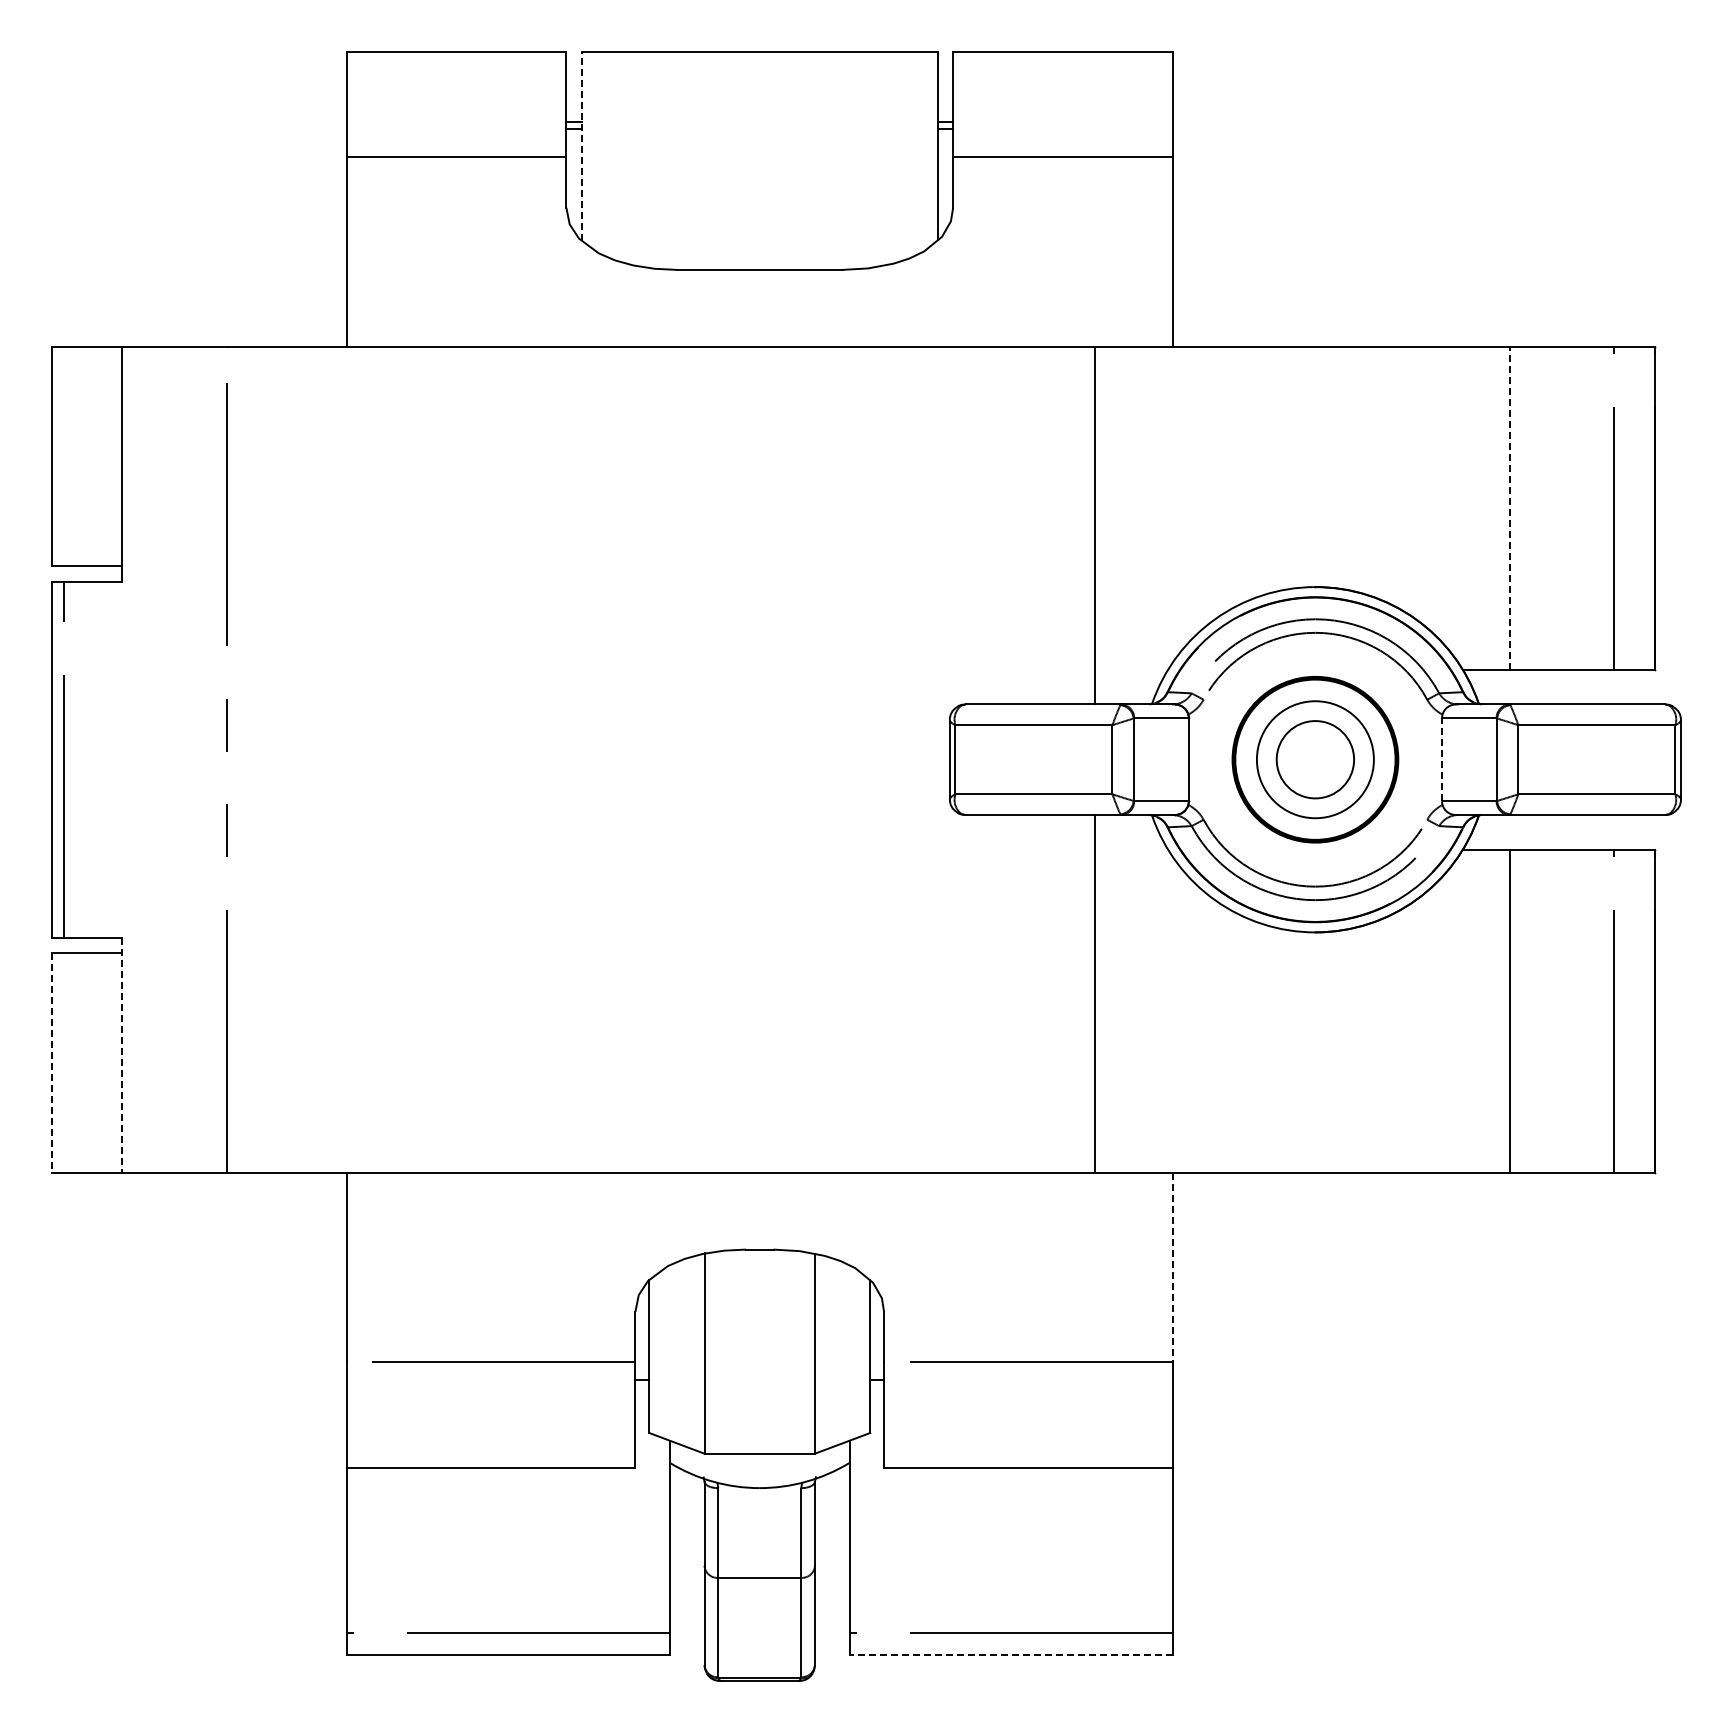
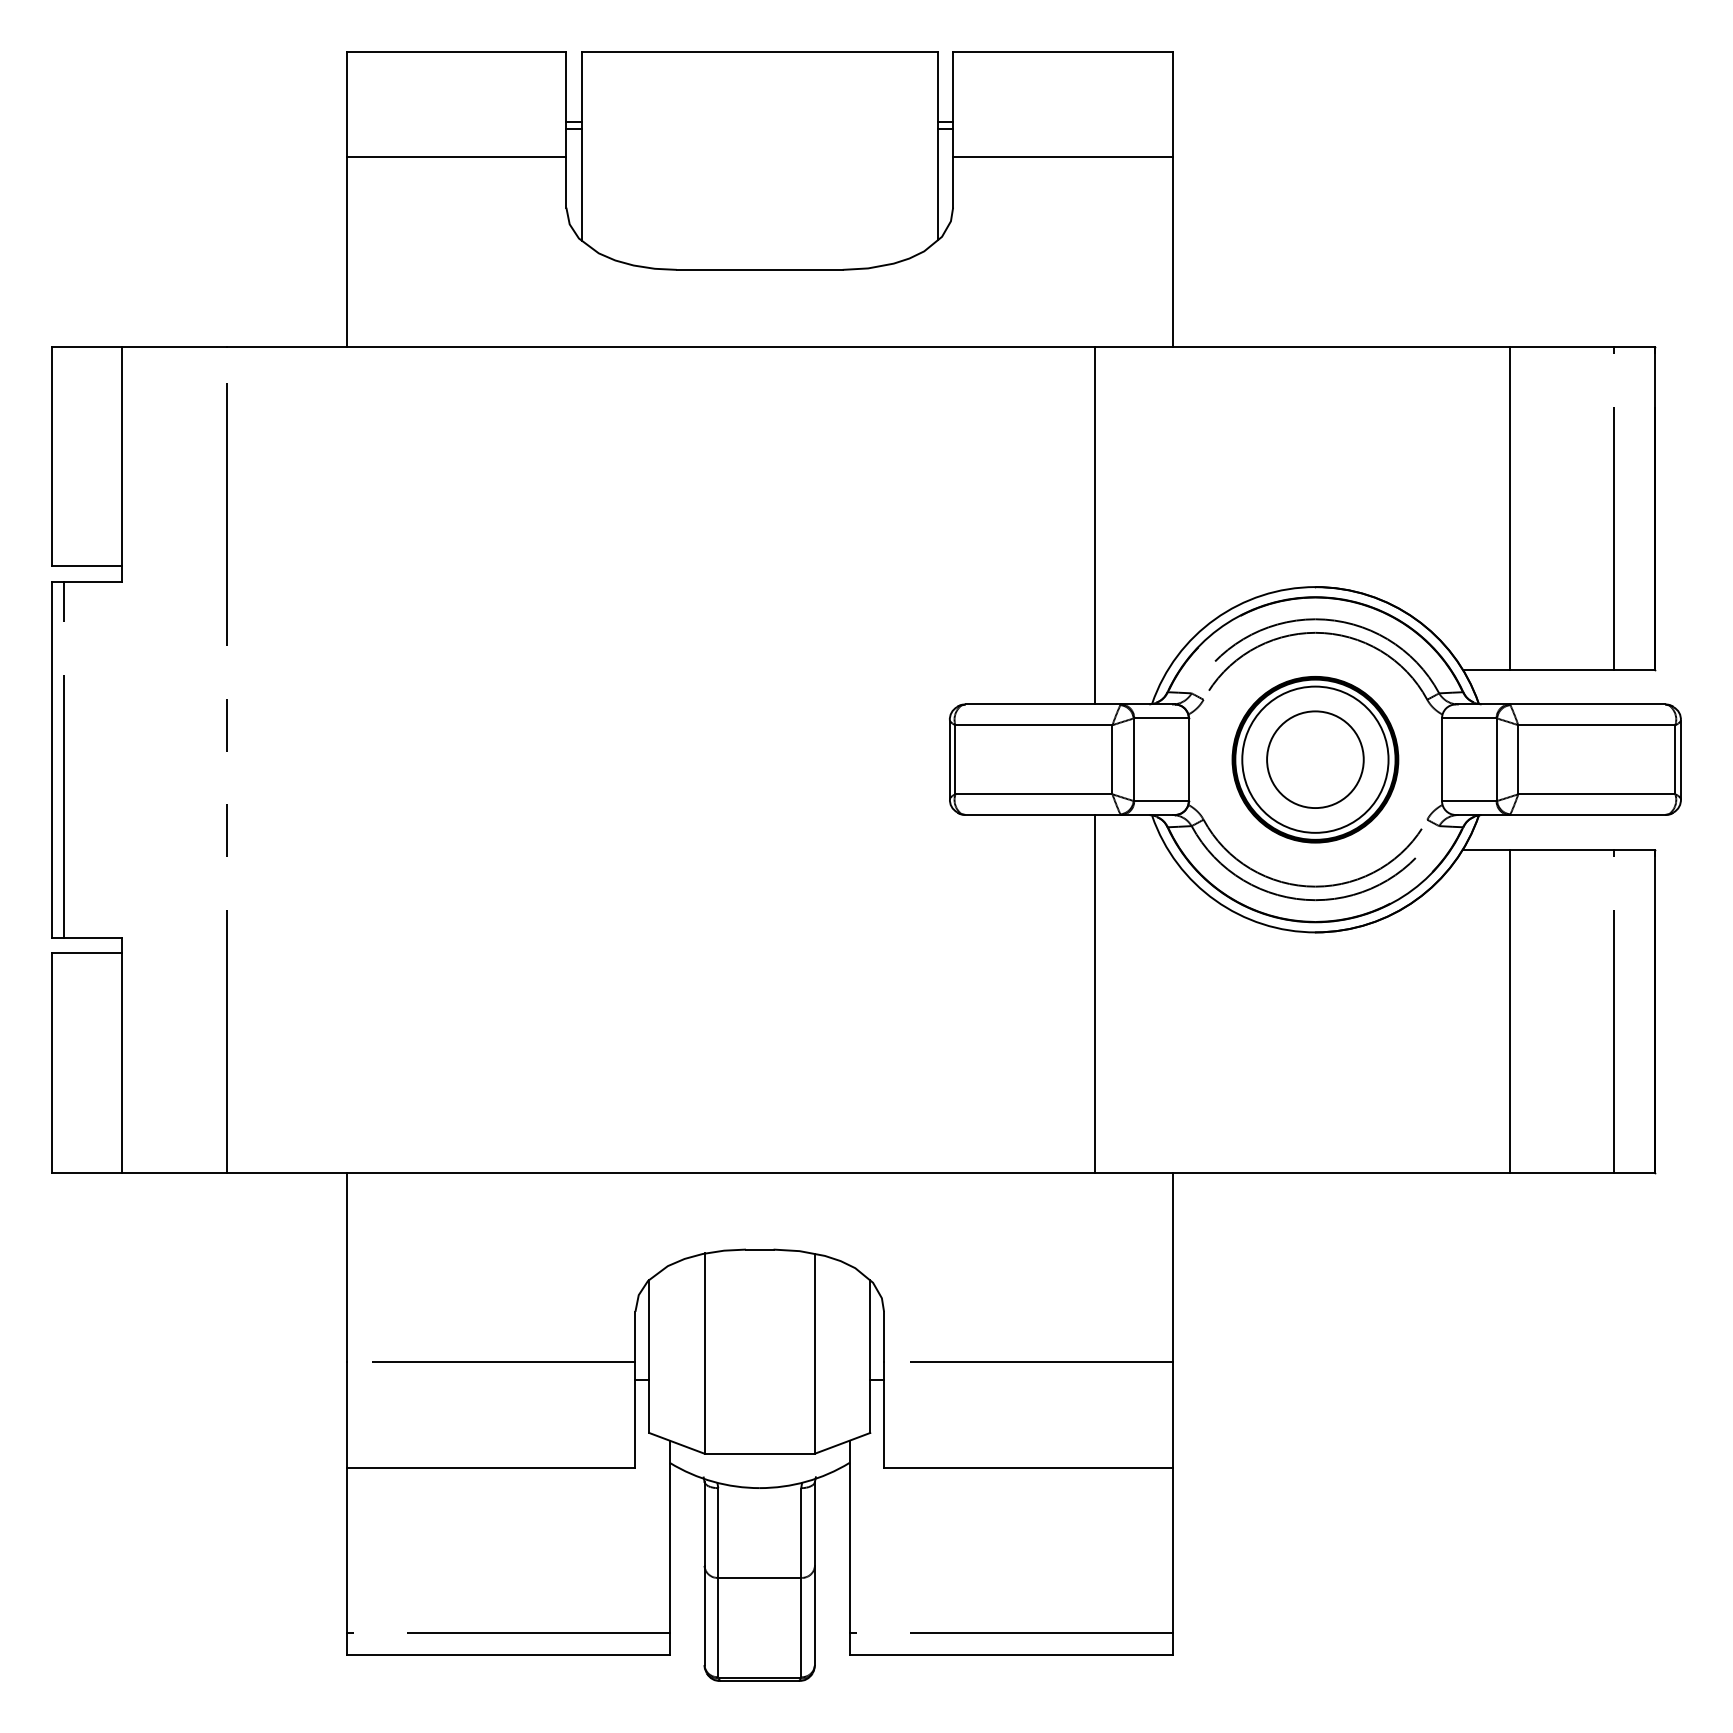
line at (581, 145): dashed -> solid
line at (1509, 508): dashed -> solid
circle at (1314, 759) diameter: 117 px -> 146 px
circle at (1315, 759) diameter: 77 px -> 97 px
line at (1442, 759): dashed -> solid
line at (121, 1055): dashed -> solid
line at (51, 1062): dashed -> solid
line at (1172, 1267): dashed -> solid
line at (1011, 1654): dashed -> solid
